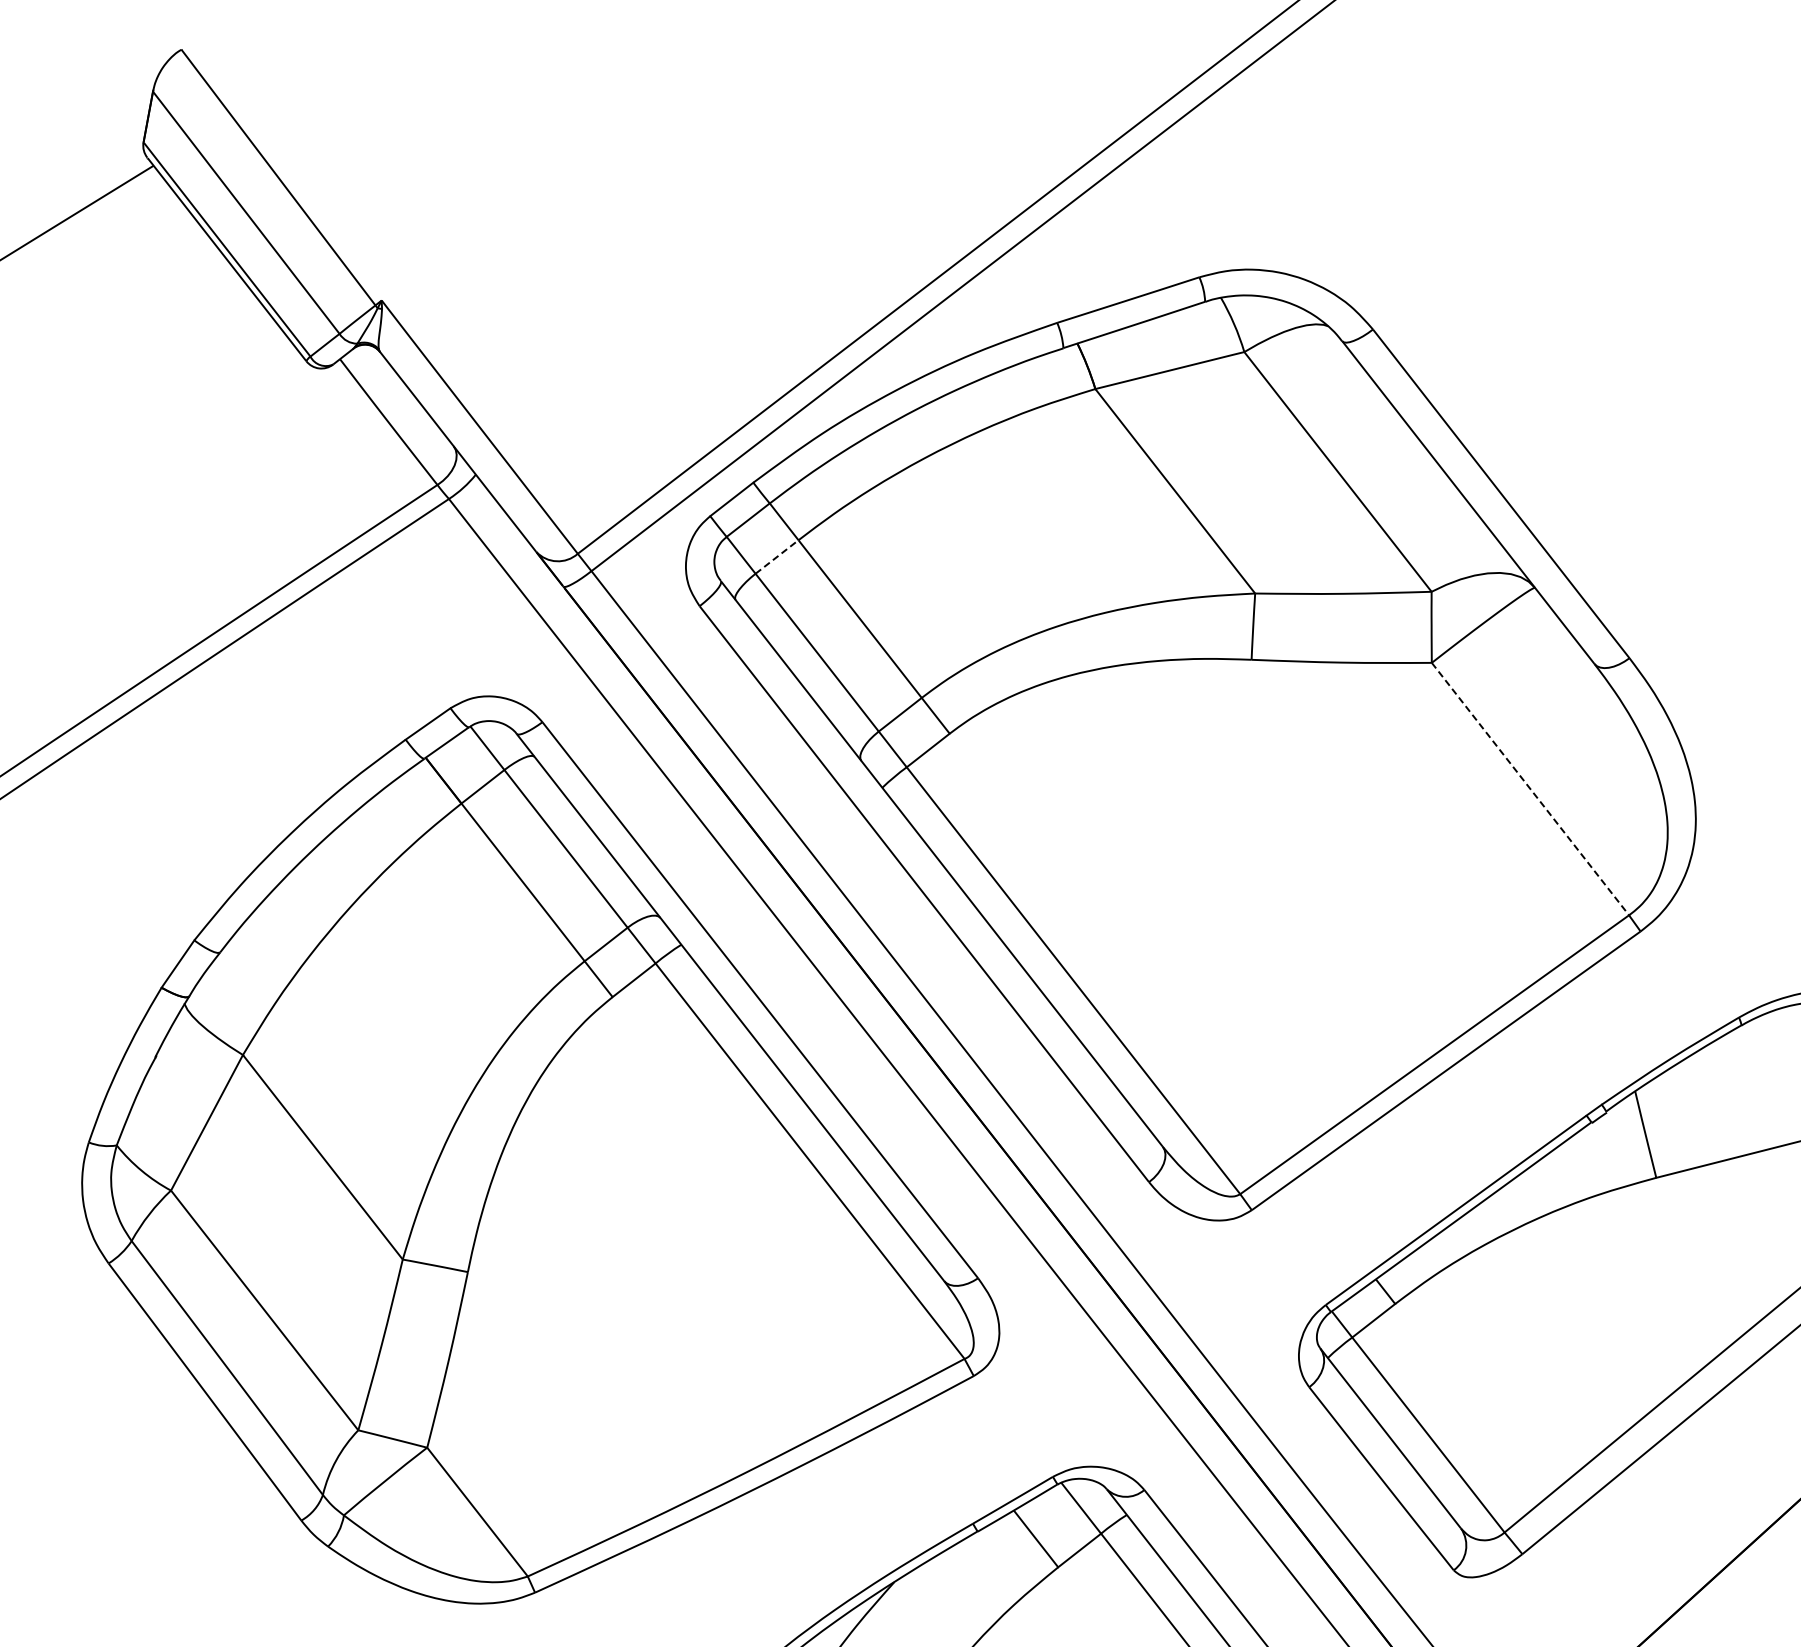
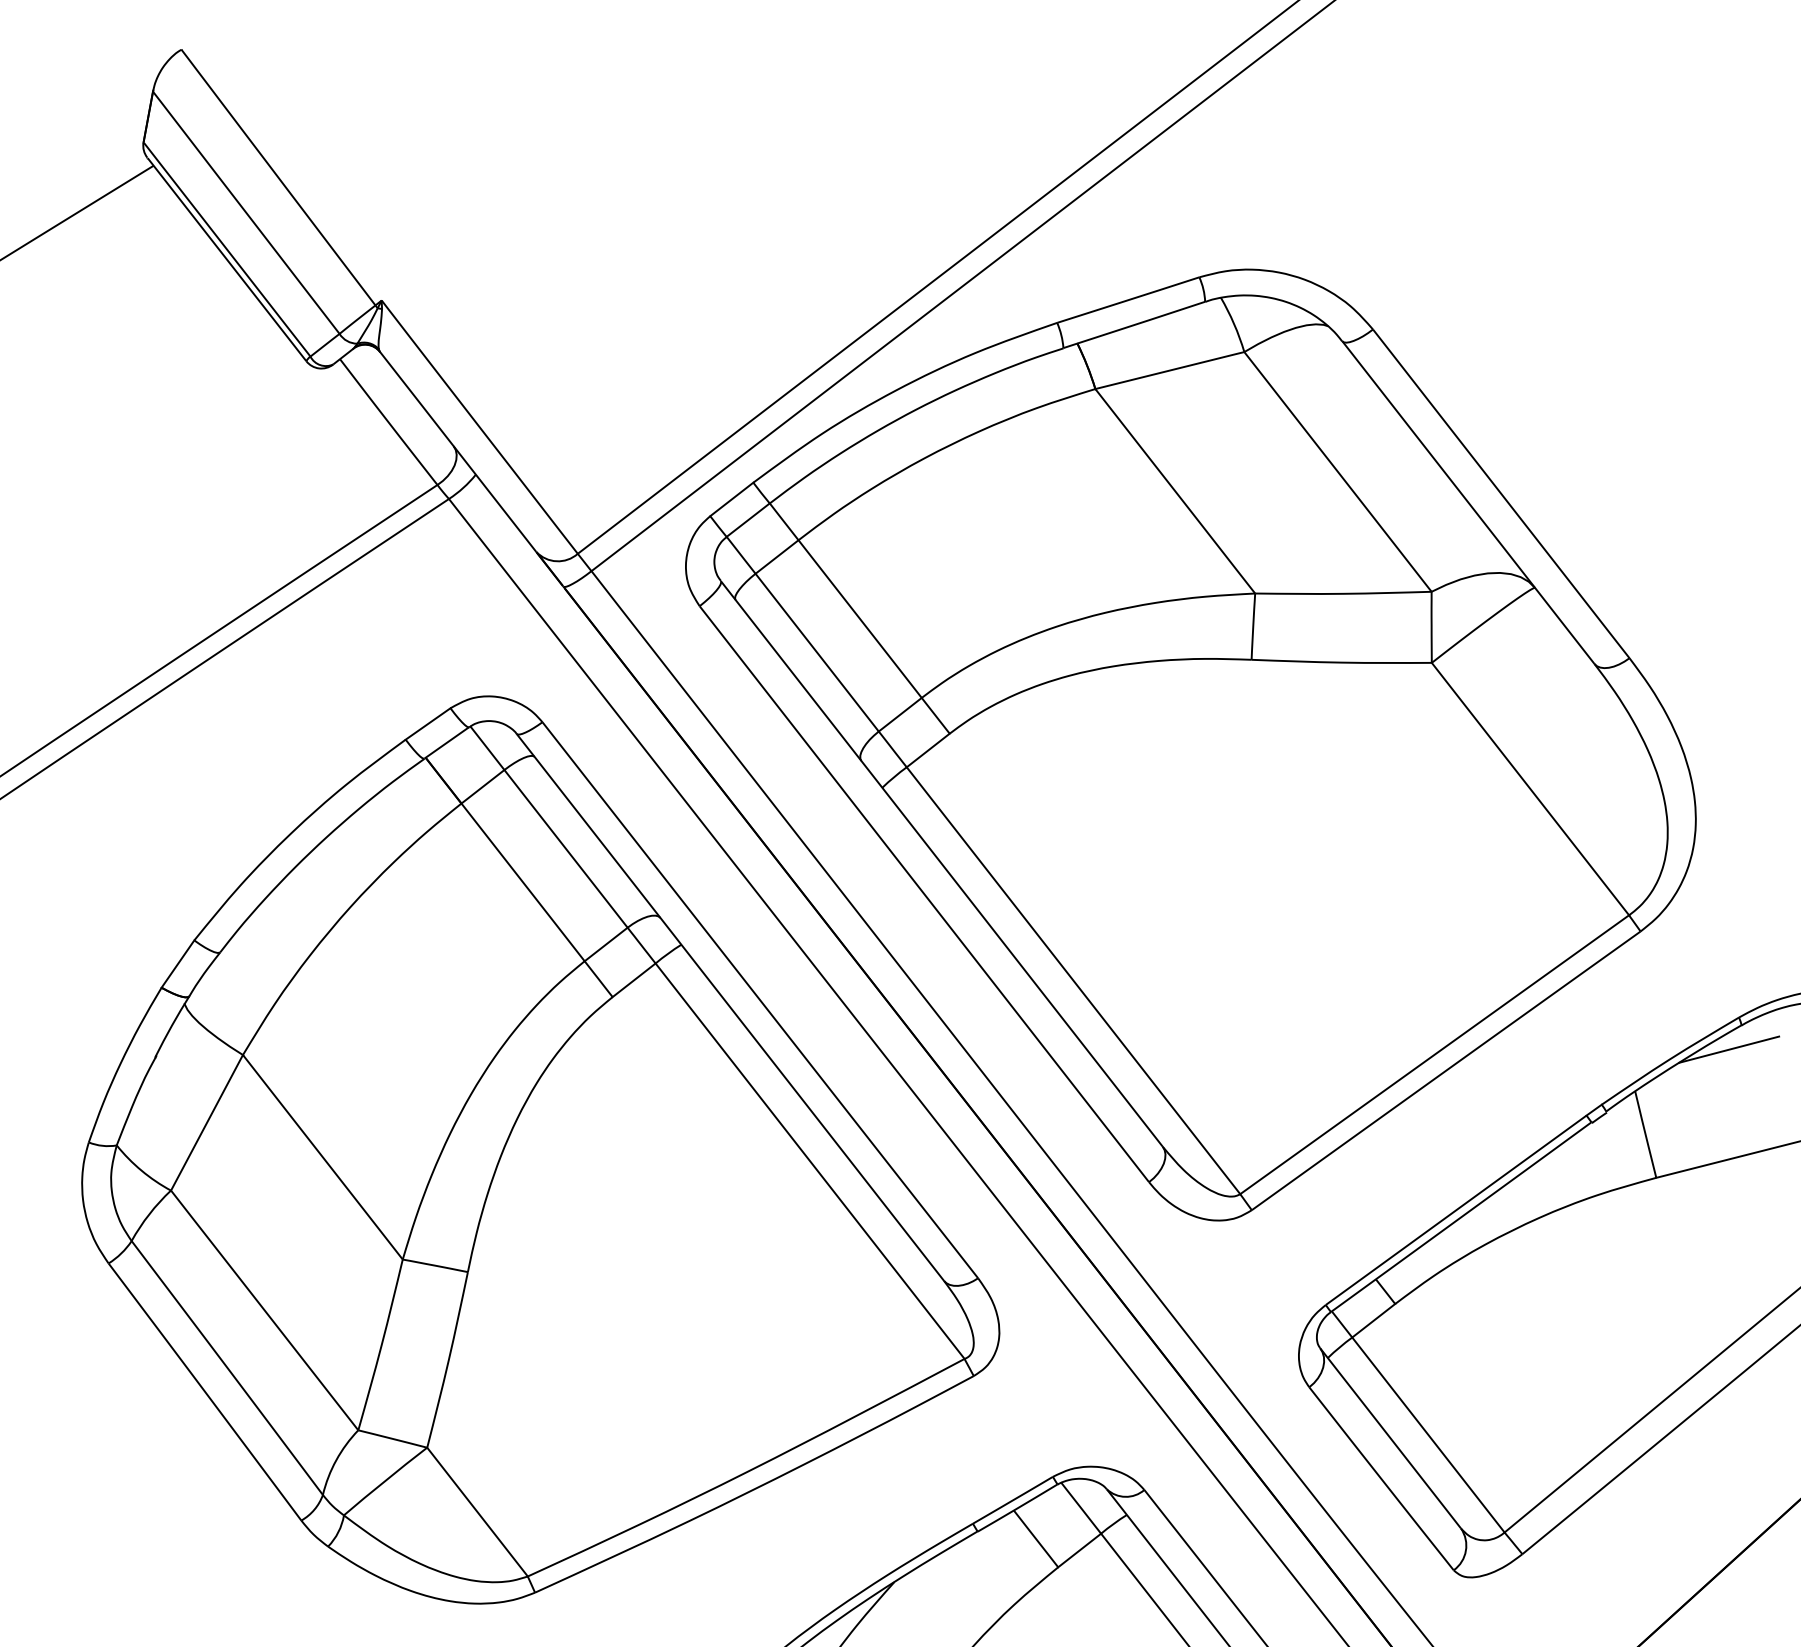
line at (777, 556): dashed -> solid
line at (1530, 789): dashed -> solid
line at (1729, 1049): none -> present
